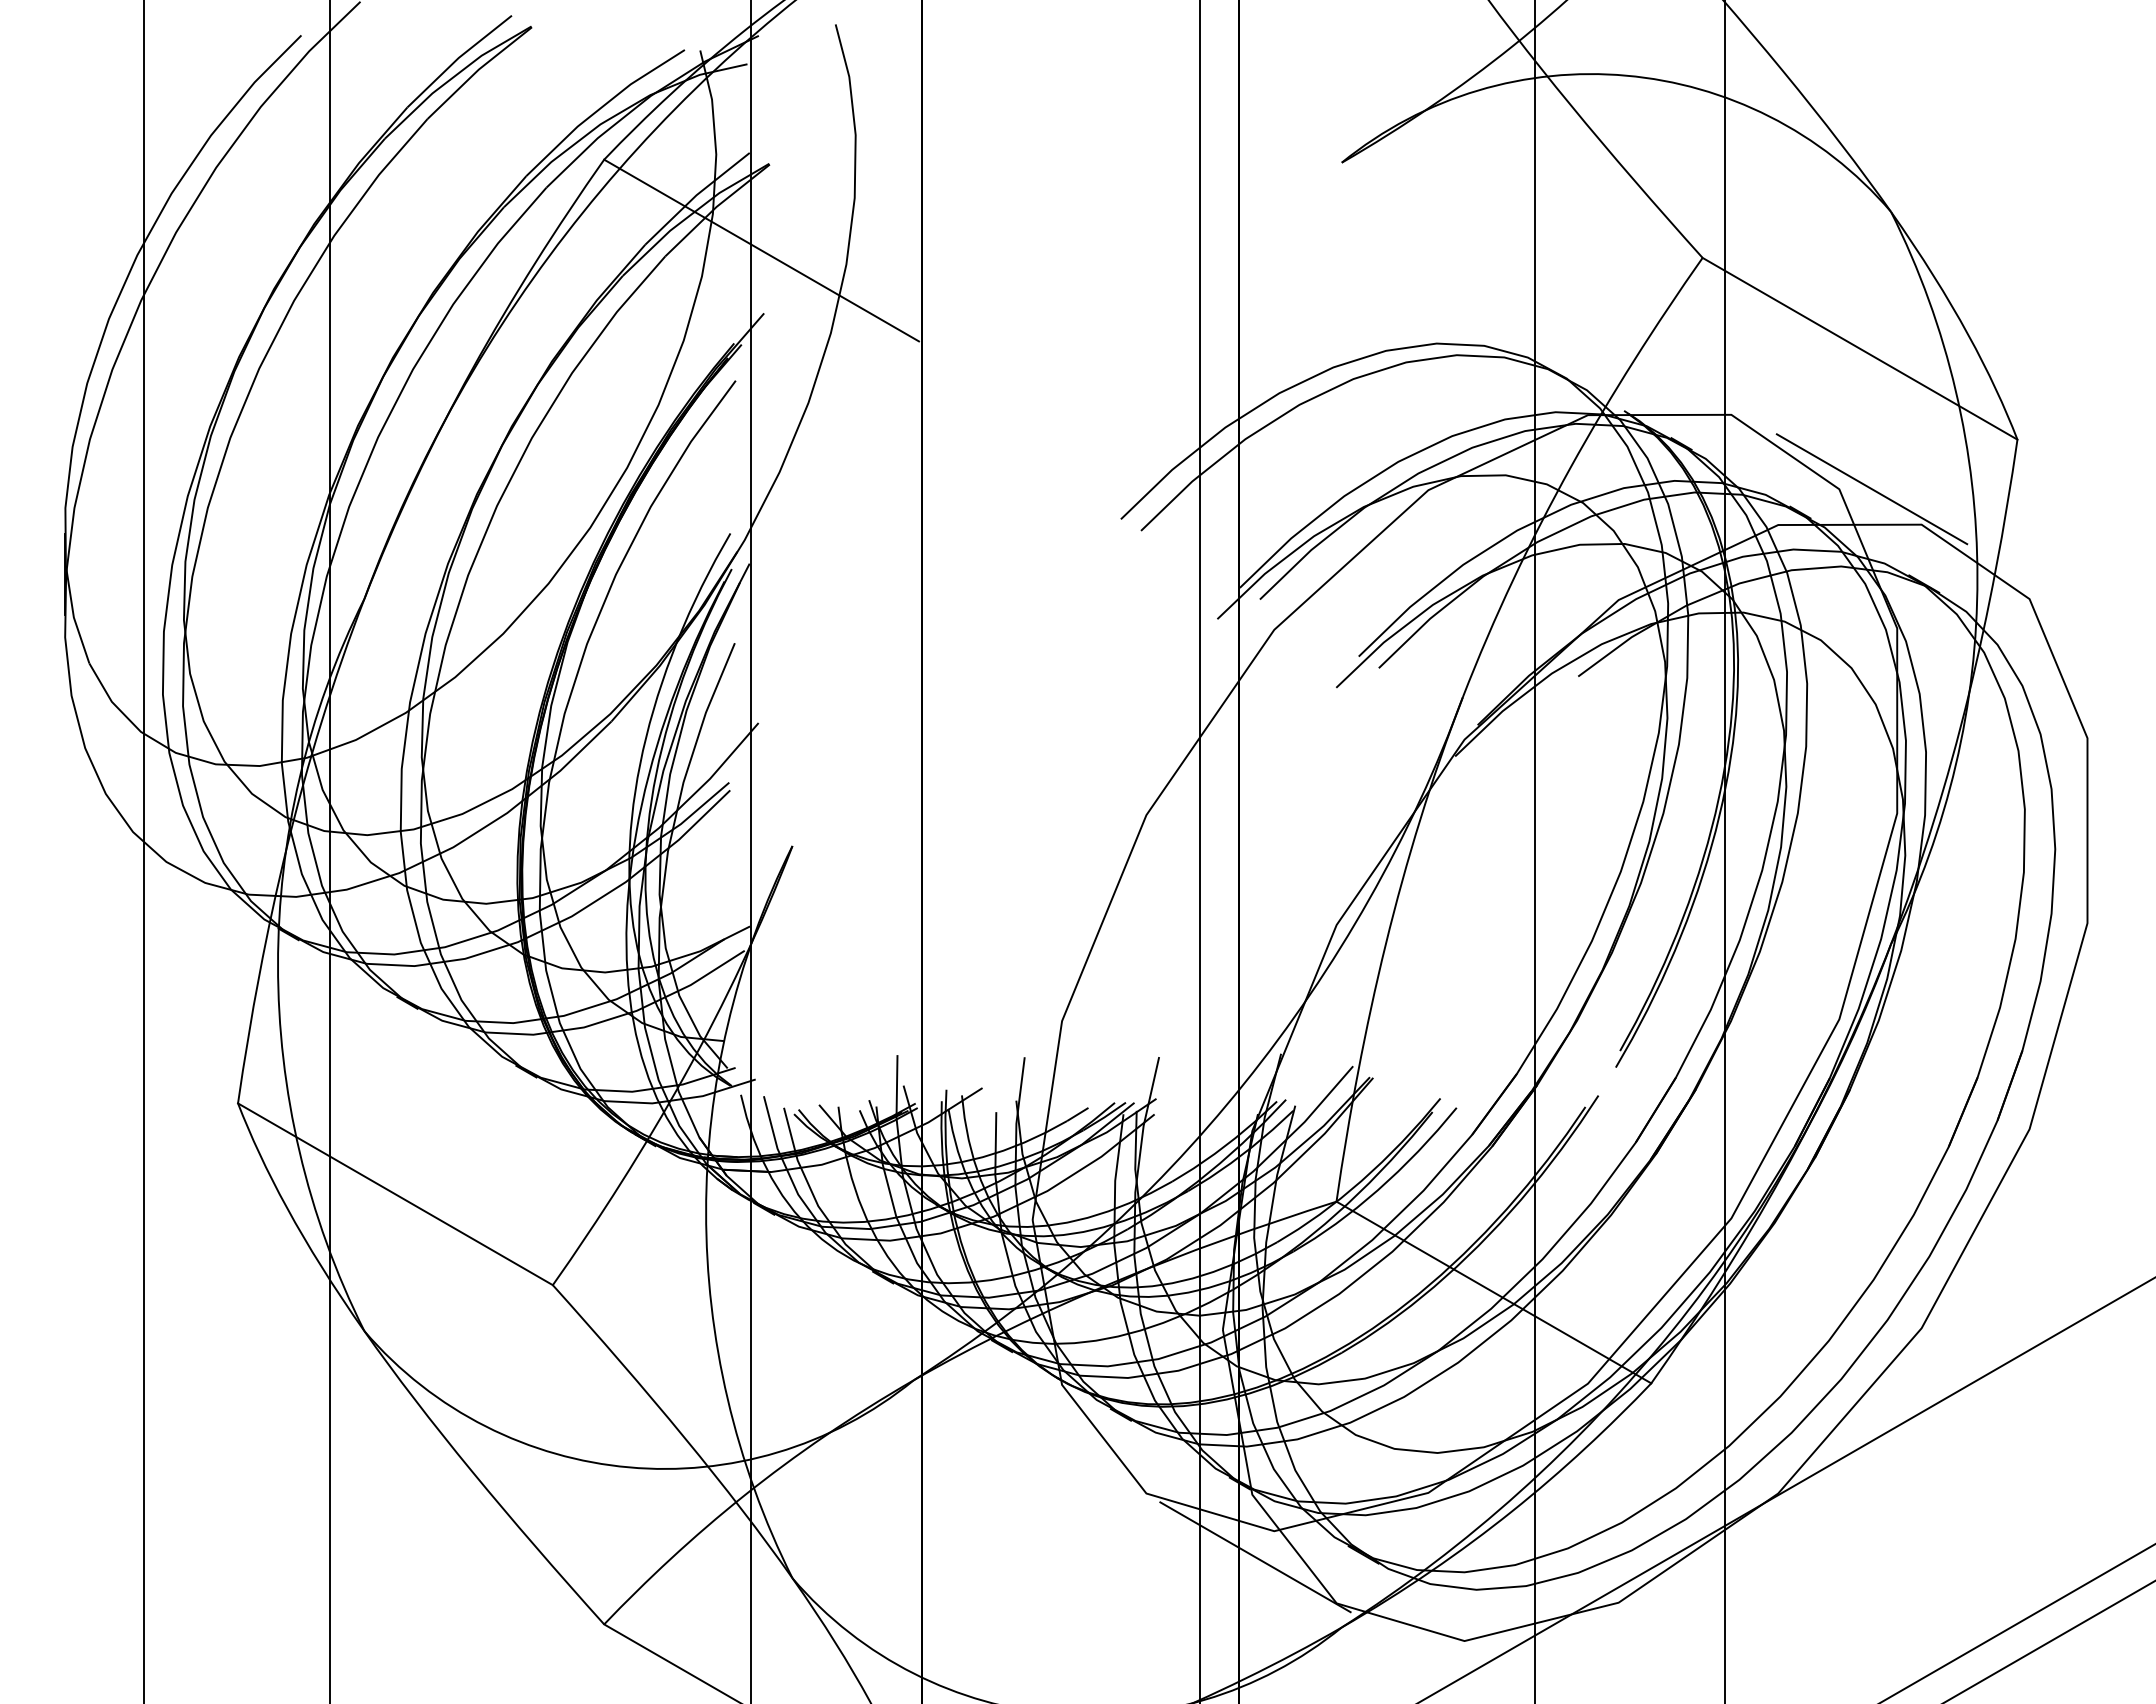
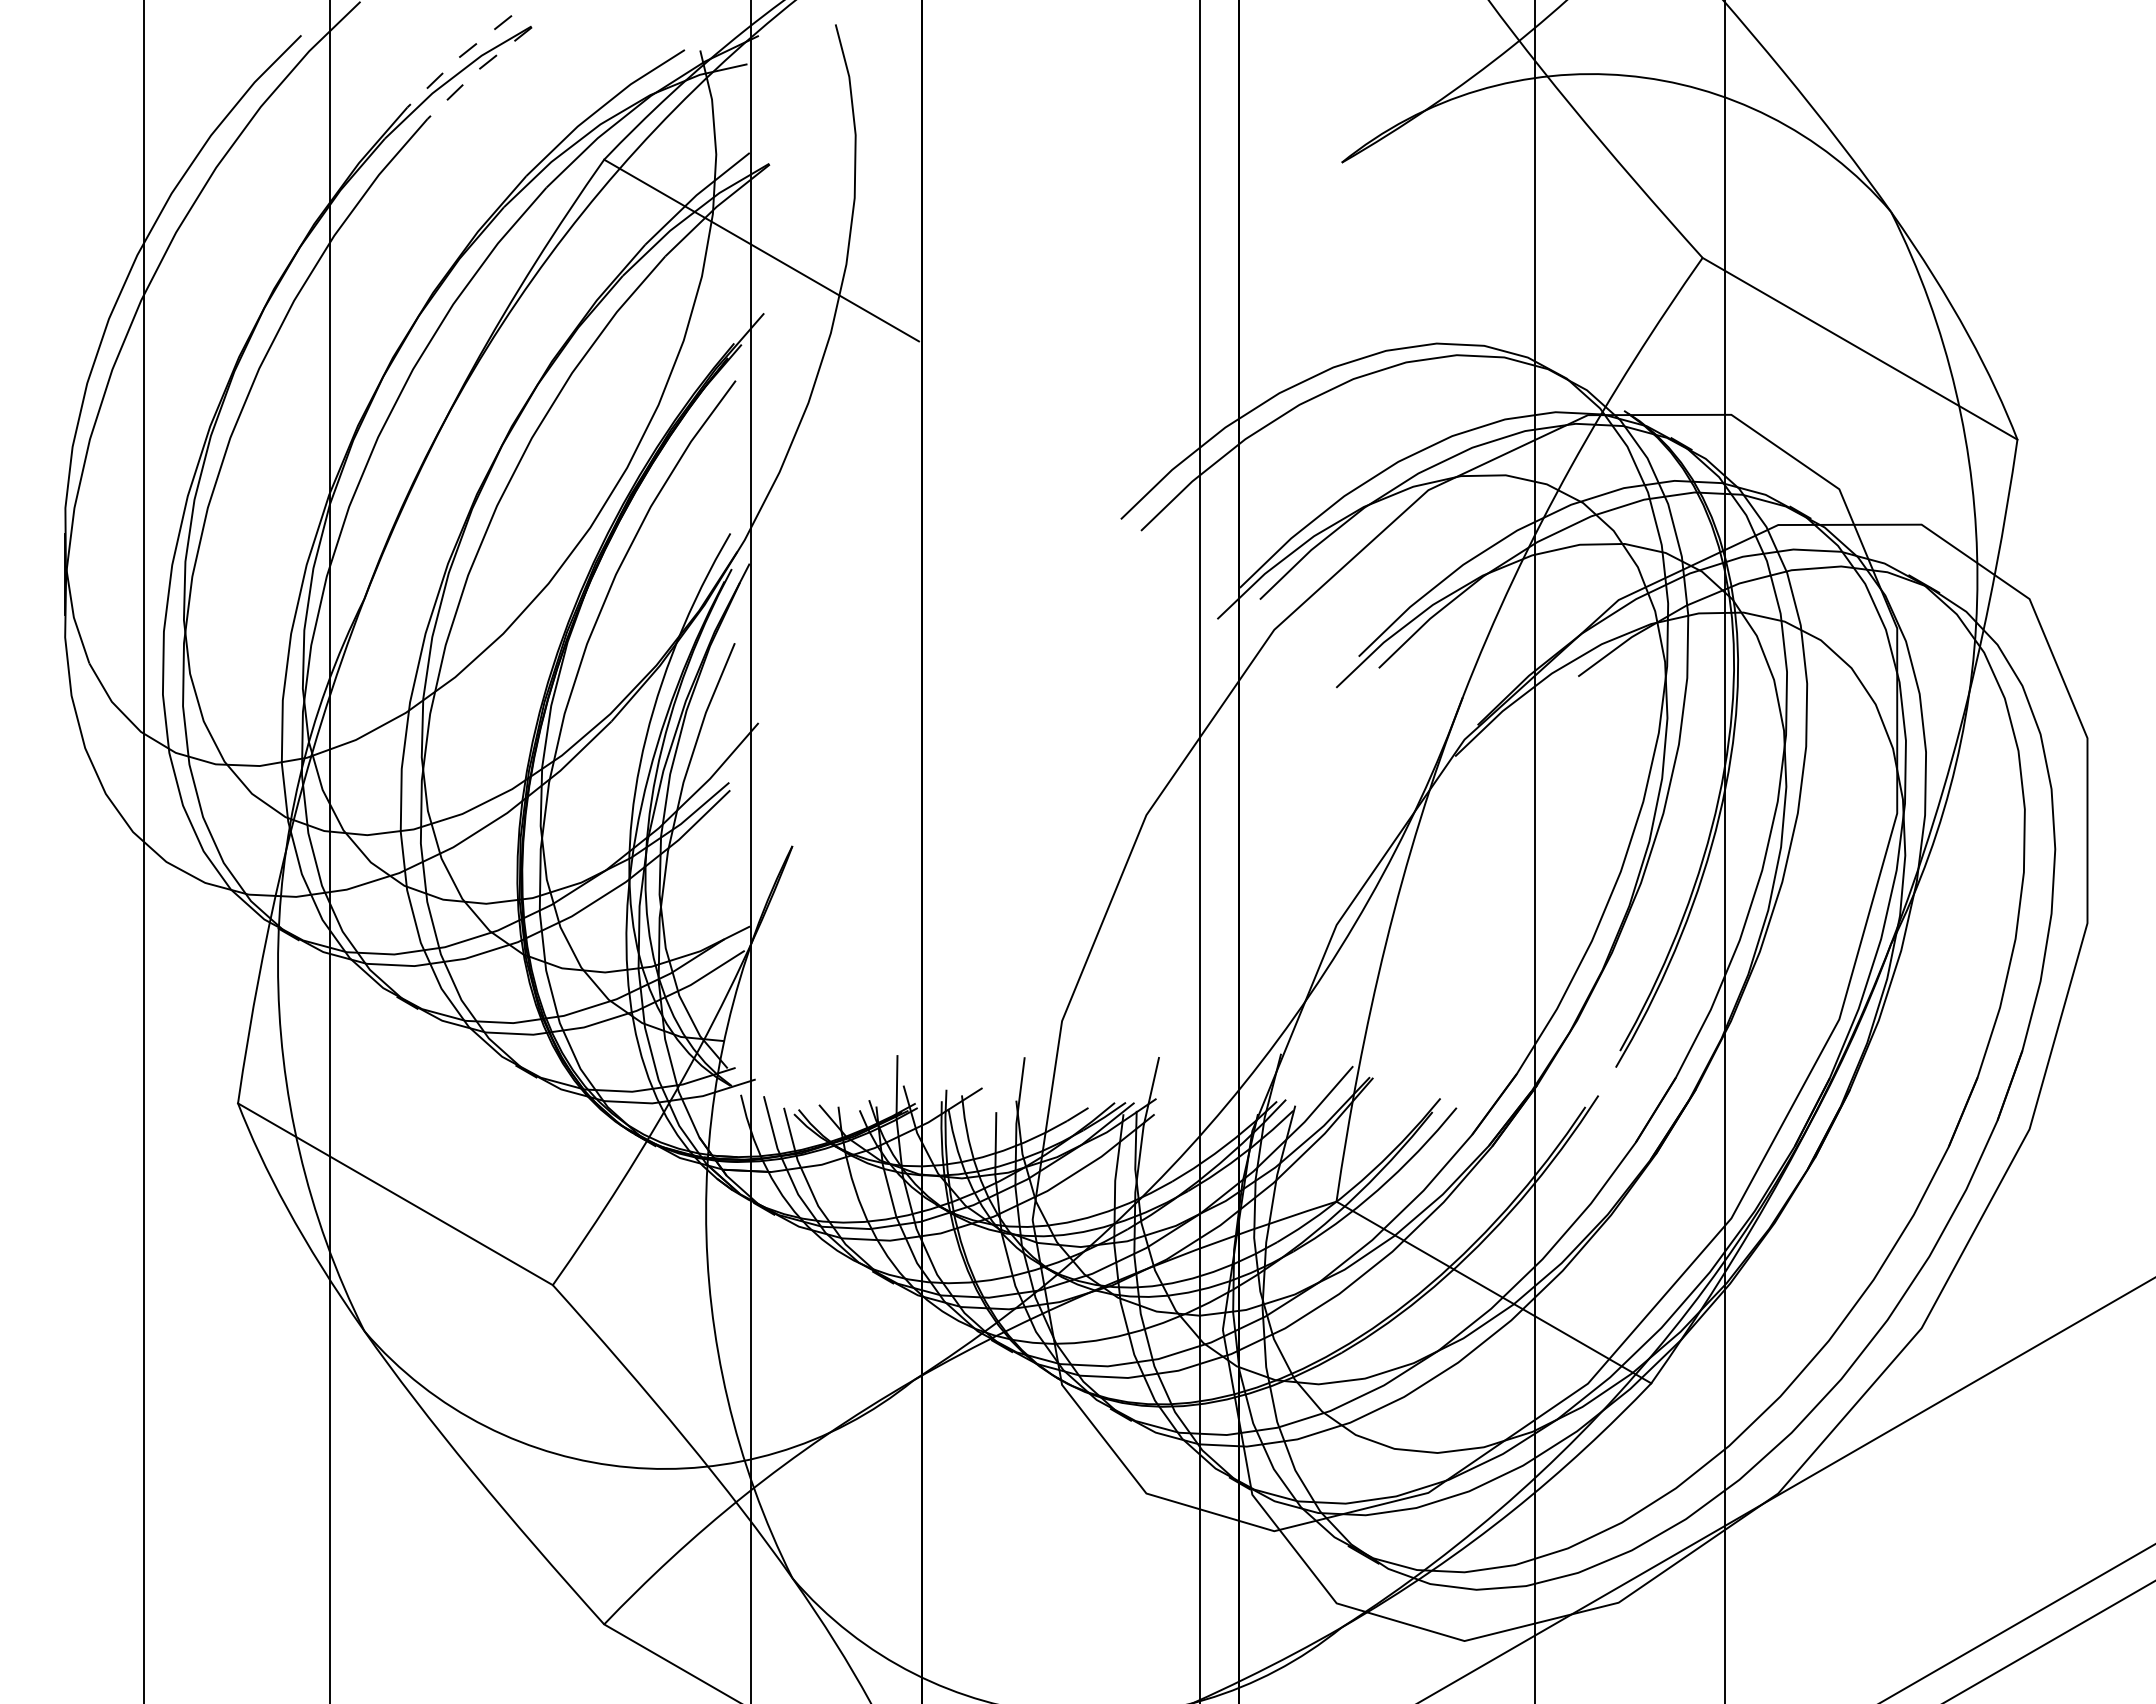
line at (457, 59): solid -> dashed
line at (477, 70): solid -> dashed
line at (1871, 489): present -> none
line at (1255, 1557): present -> none
